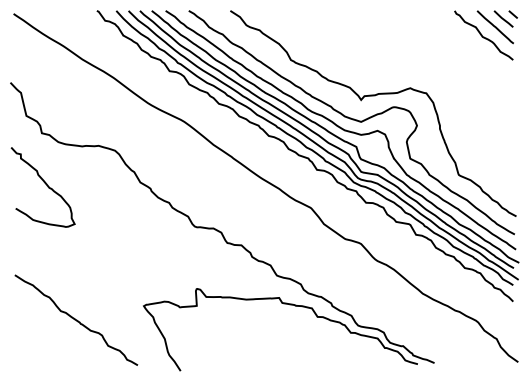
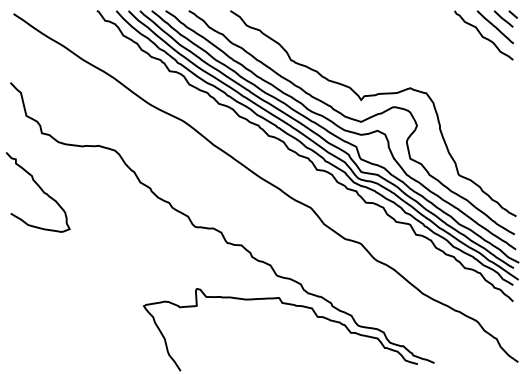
curve at (45, 184) position: (45, 184) -> (40, 189)
curve at (76, 319): present -> none
